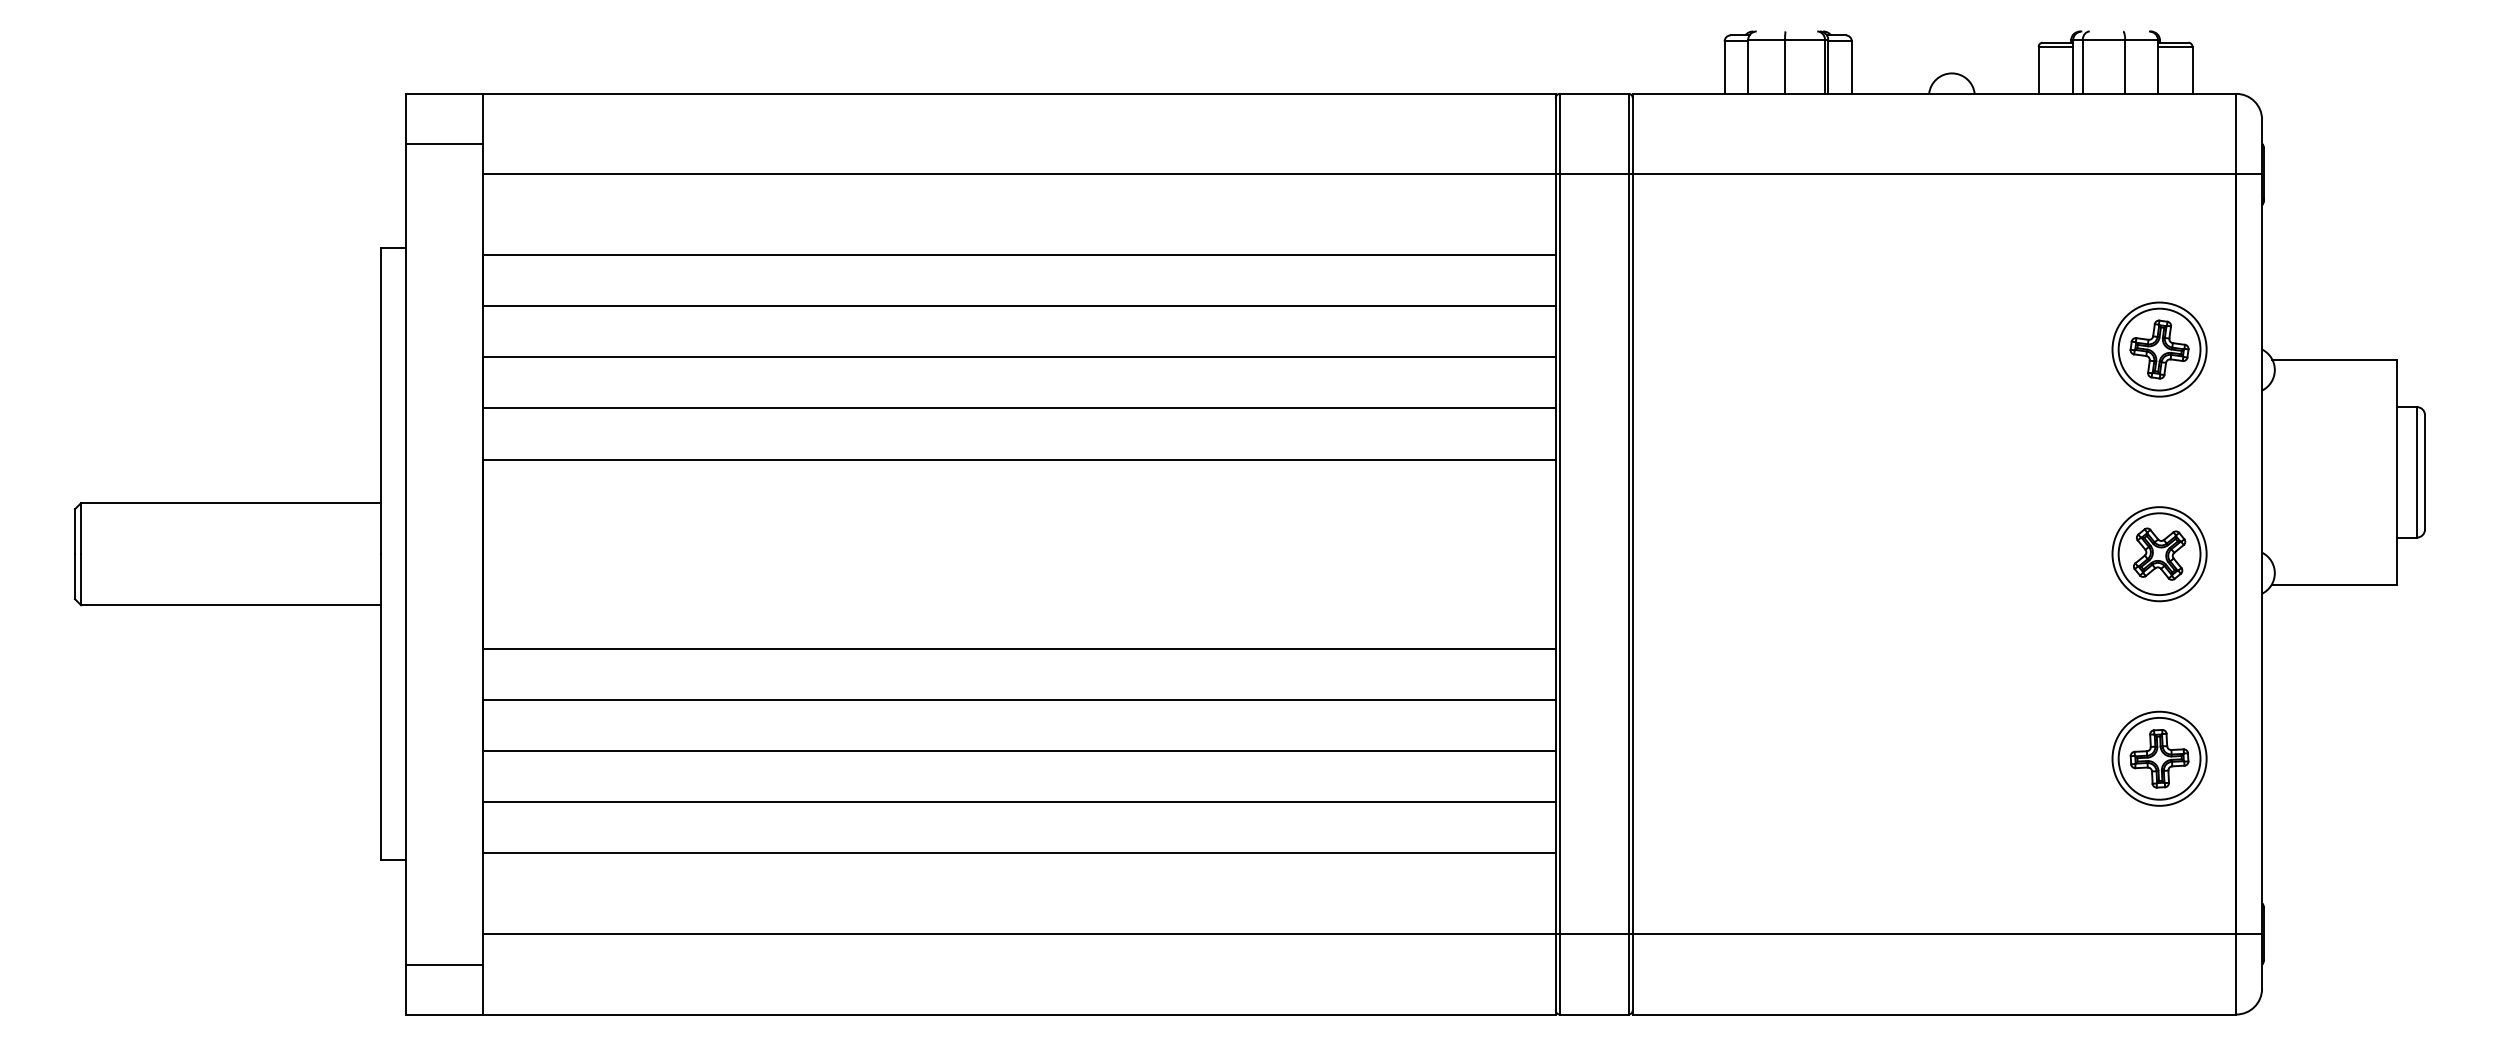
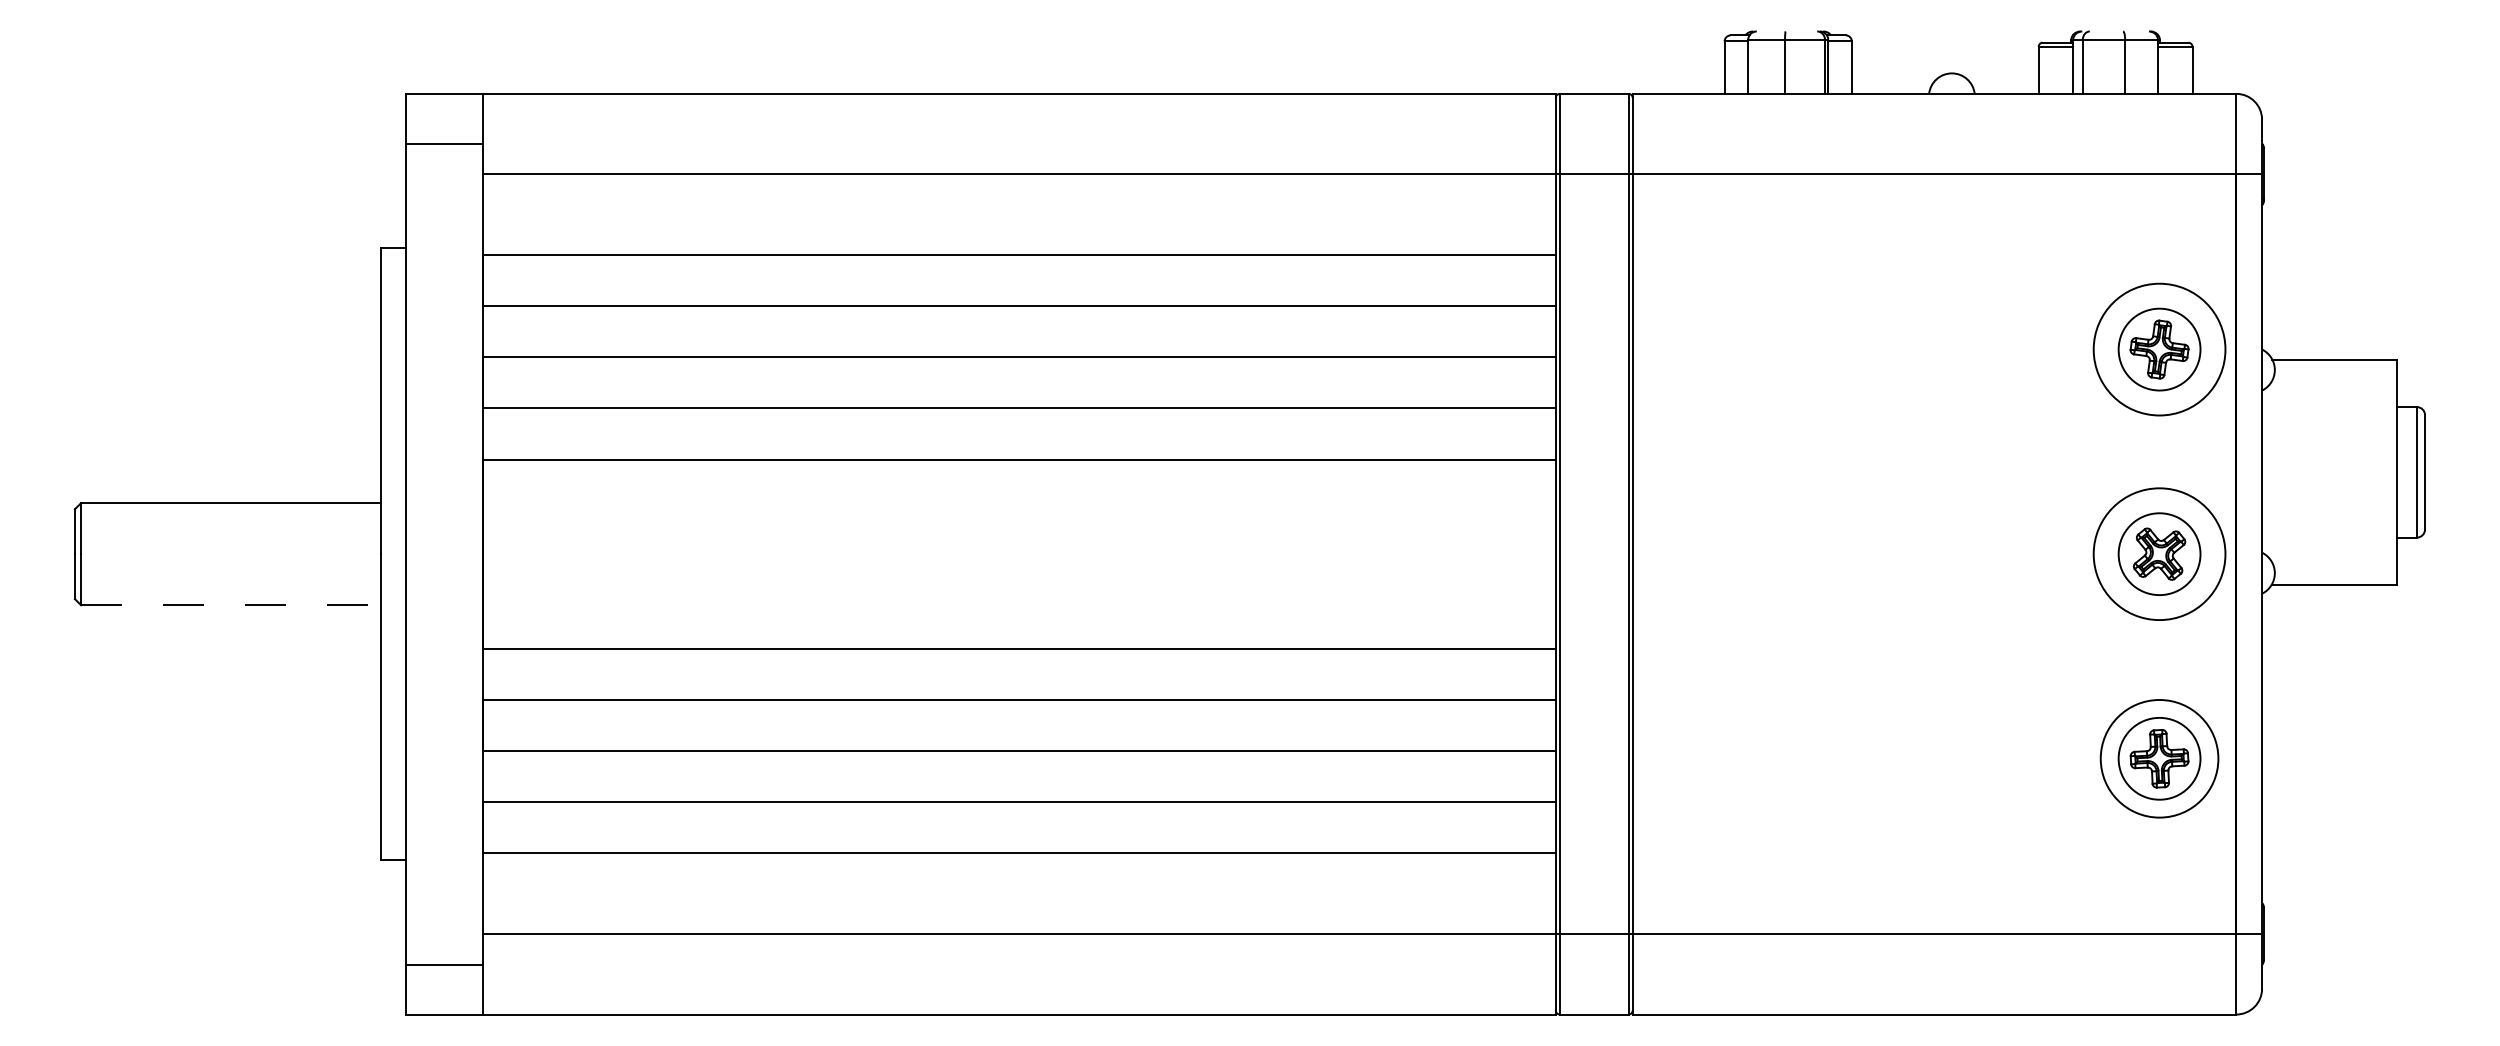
circle at (2159, 349) diameter: 94 px -> 132 px
circle at (2159, 554) diameter: 94 px -> 132 px
line at (230, 605): solid -> dashed
circle at (2159, 758) diameter: 94 px -> 118 px
